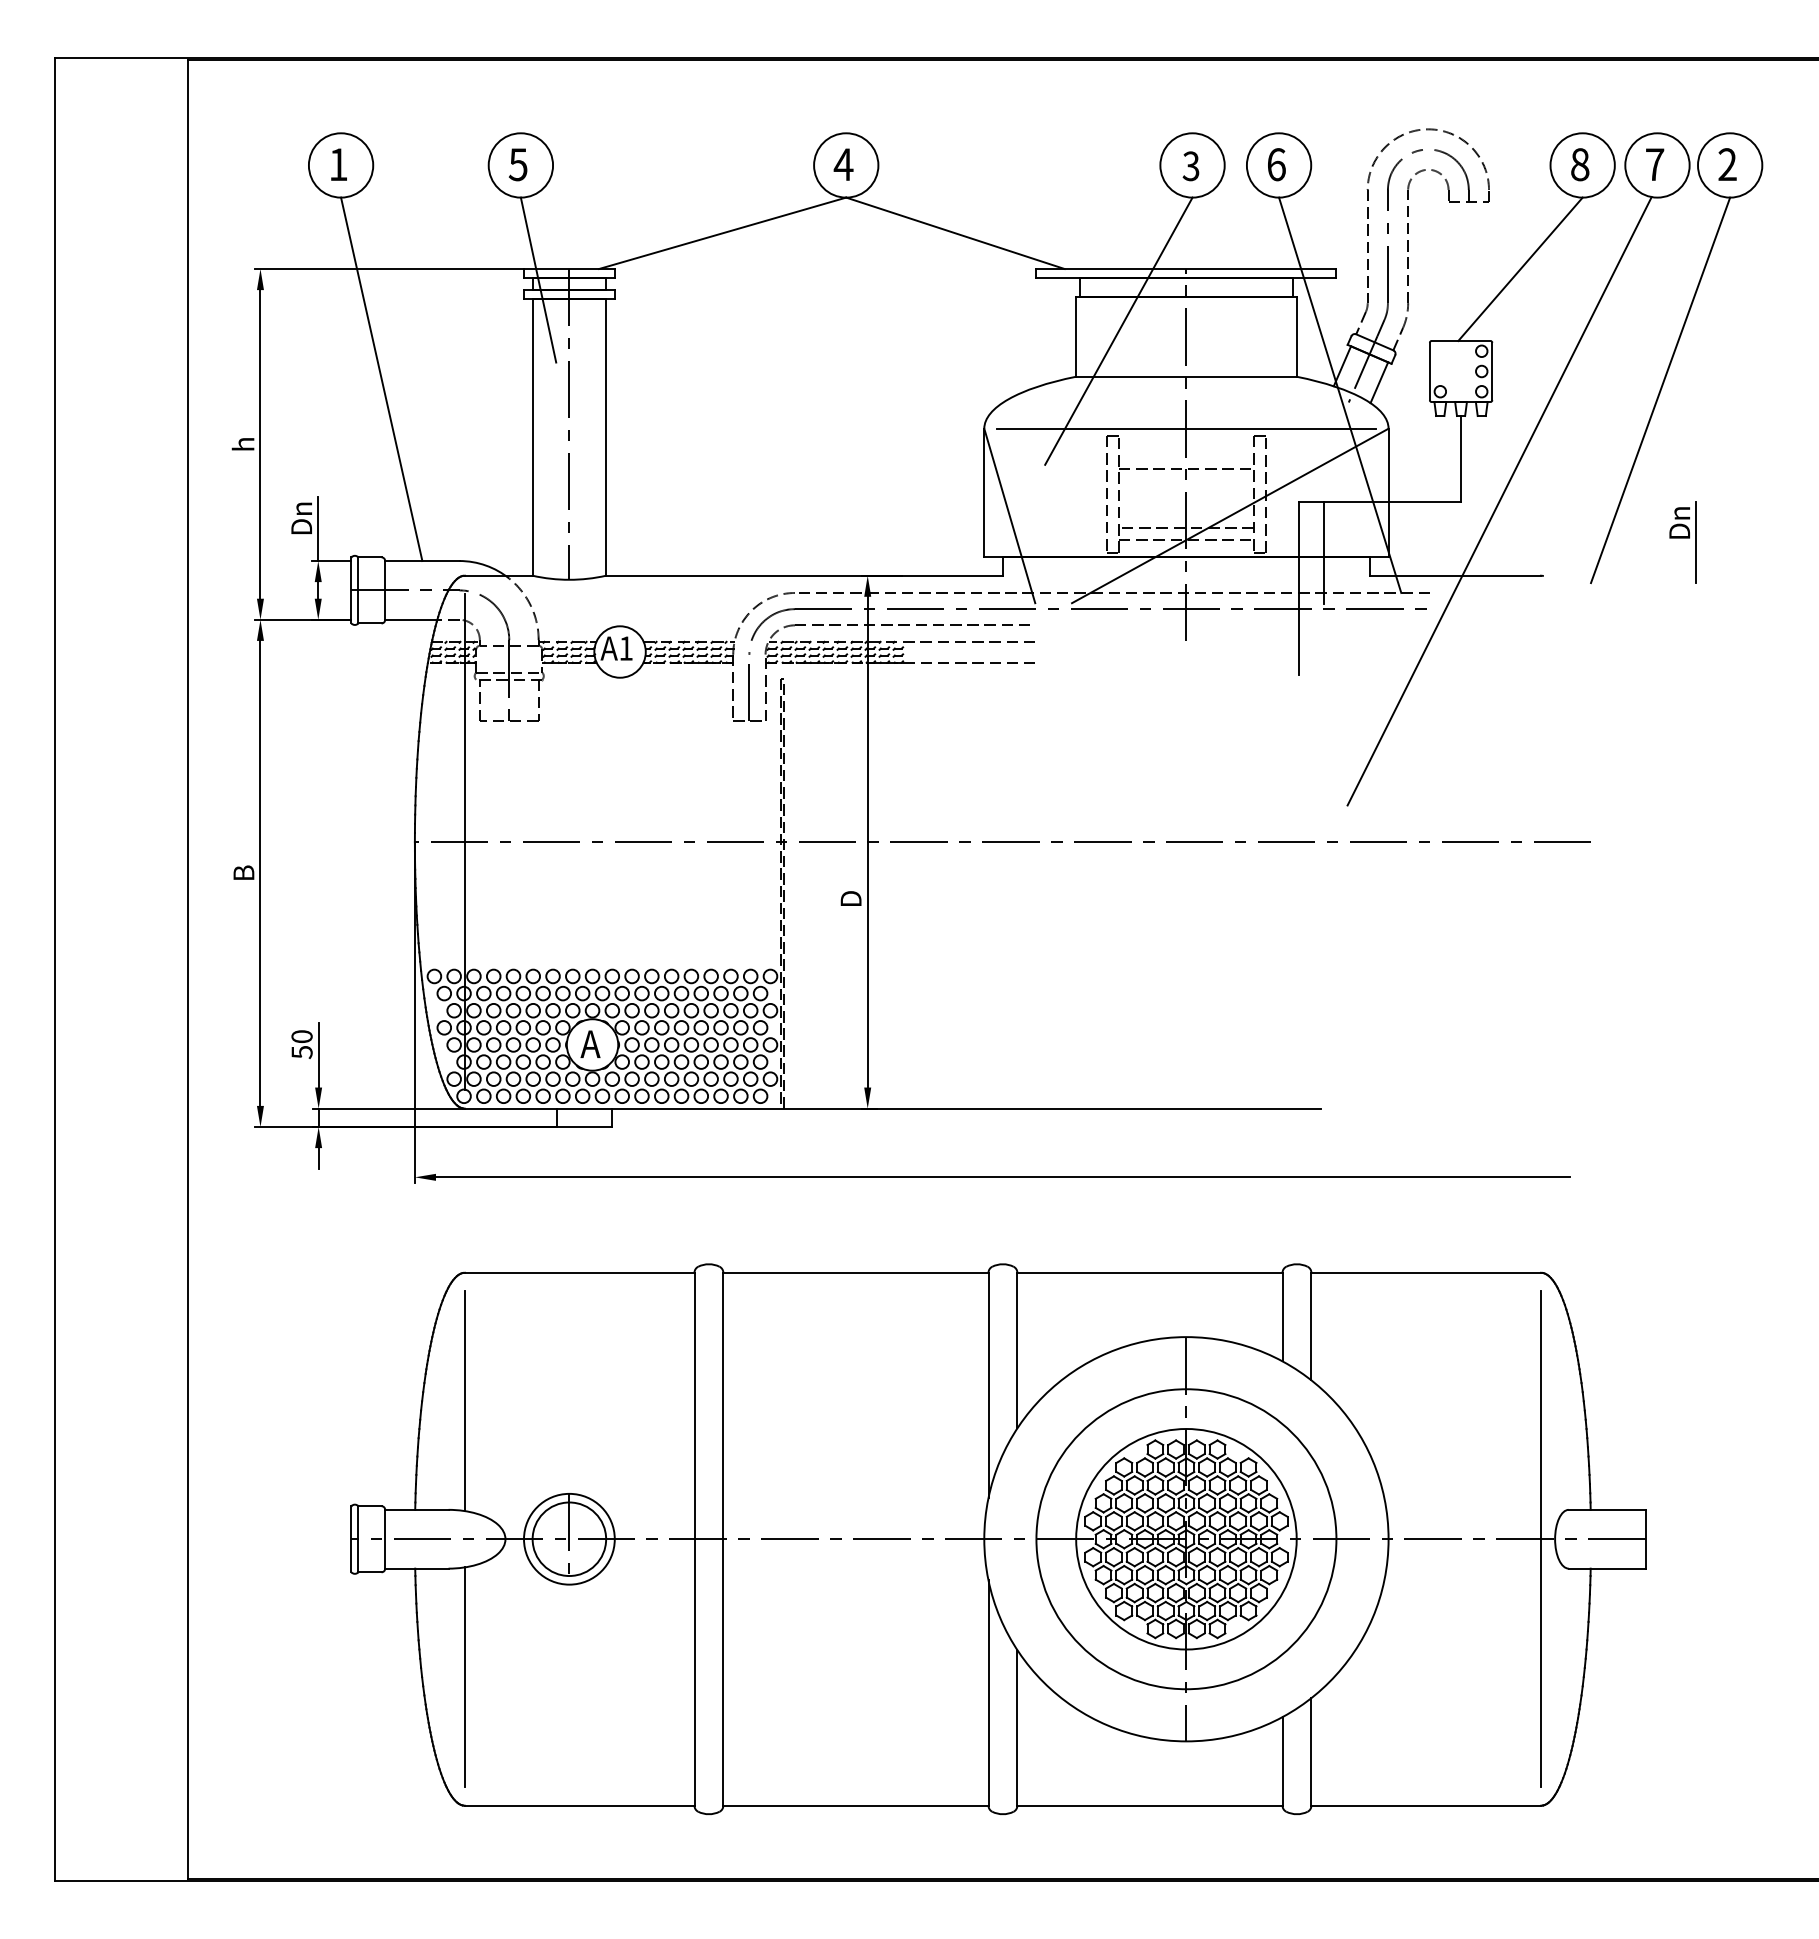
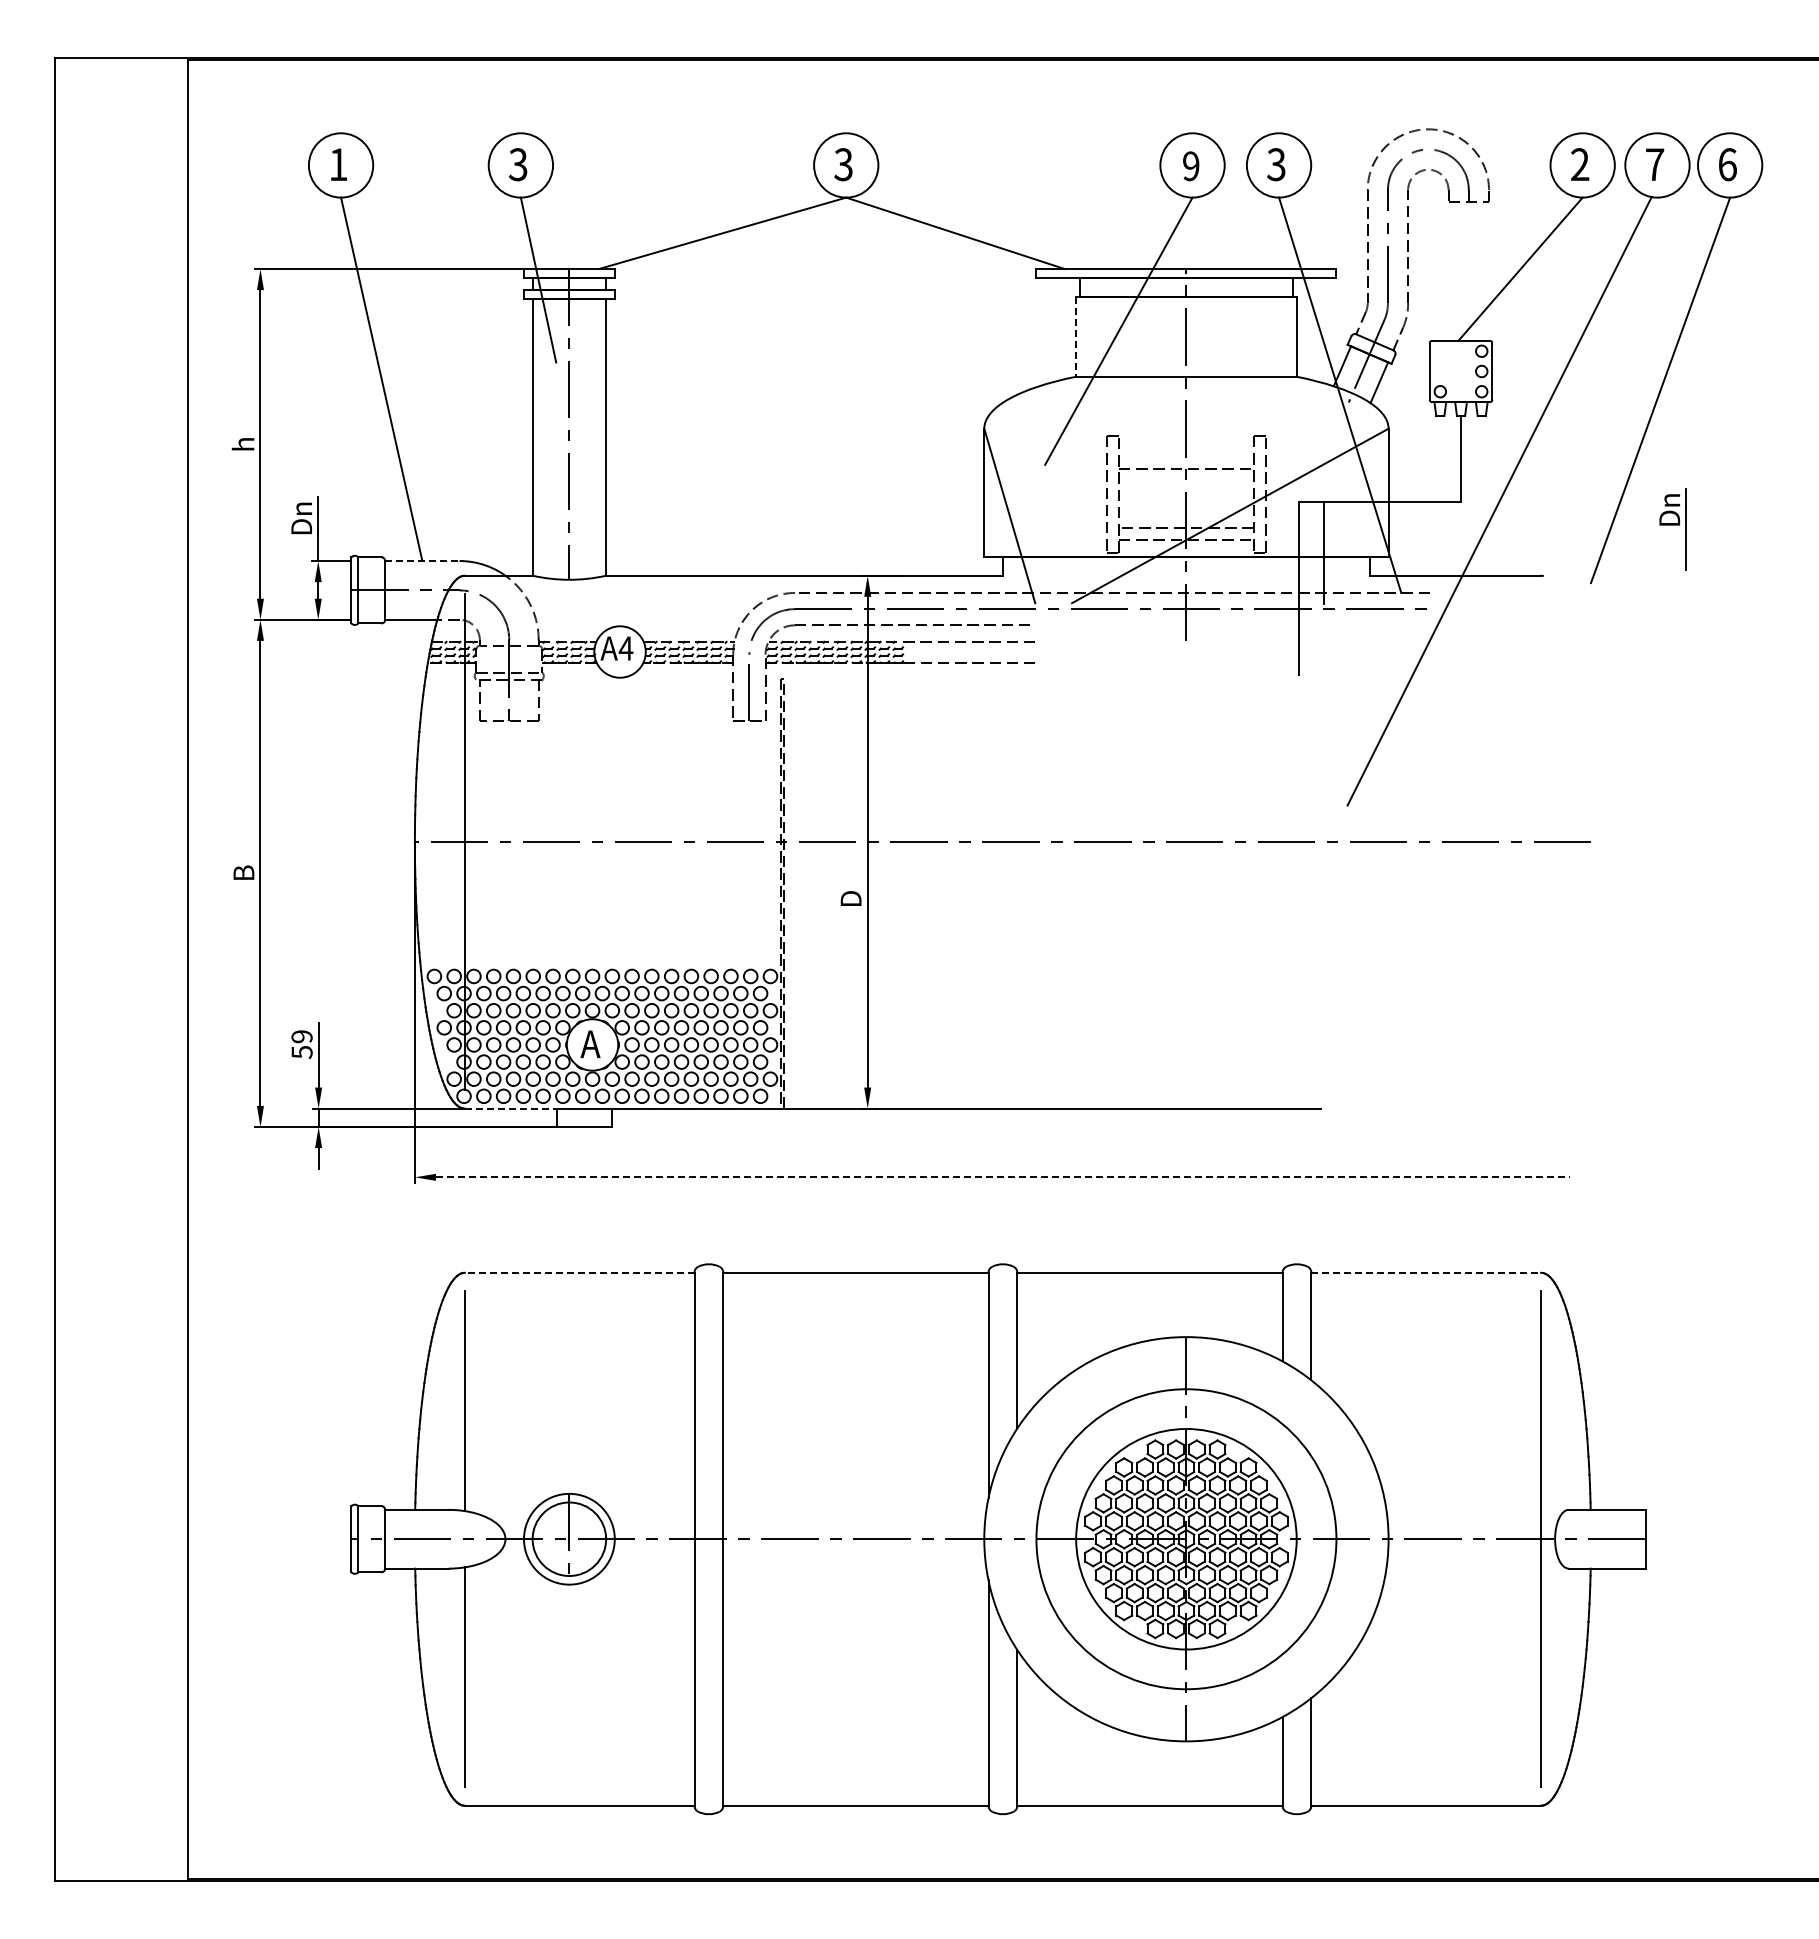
text at (518, 164): 5 -> 3
text at (843, 164): 4 -> 3
text at (1276, 164): 6 -> 3
text at (1580, 164): 8 -> 2
text at (1727, 164): 2 -> 6
text at (1190, 166): 3 -> 9
line at (1076, 337): solid -> dashed
line at (1185, 428): present -> none
part at (1682, 542) position: (1682, 542) -> (1672, 529)
line at (422, 561): solid -> dashed
text at (625, 648): 1 -> 4
text at (301, 1036): 50 -> 59
line at (510, 1108): solid -> dashed
line at (1002, 1177): solid -> dashed
line at (579, 1272): solid -> dashed
line at (1426, 1272): solid -> dashed
